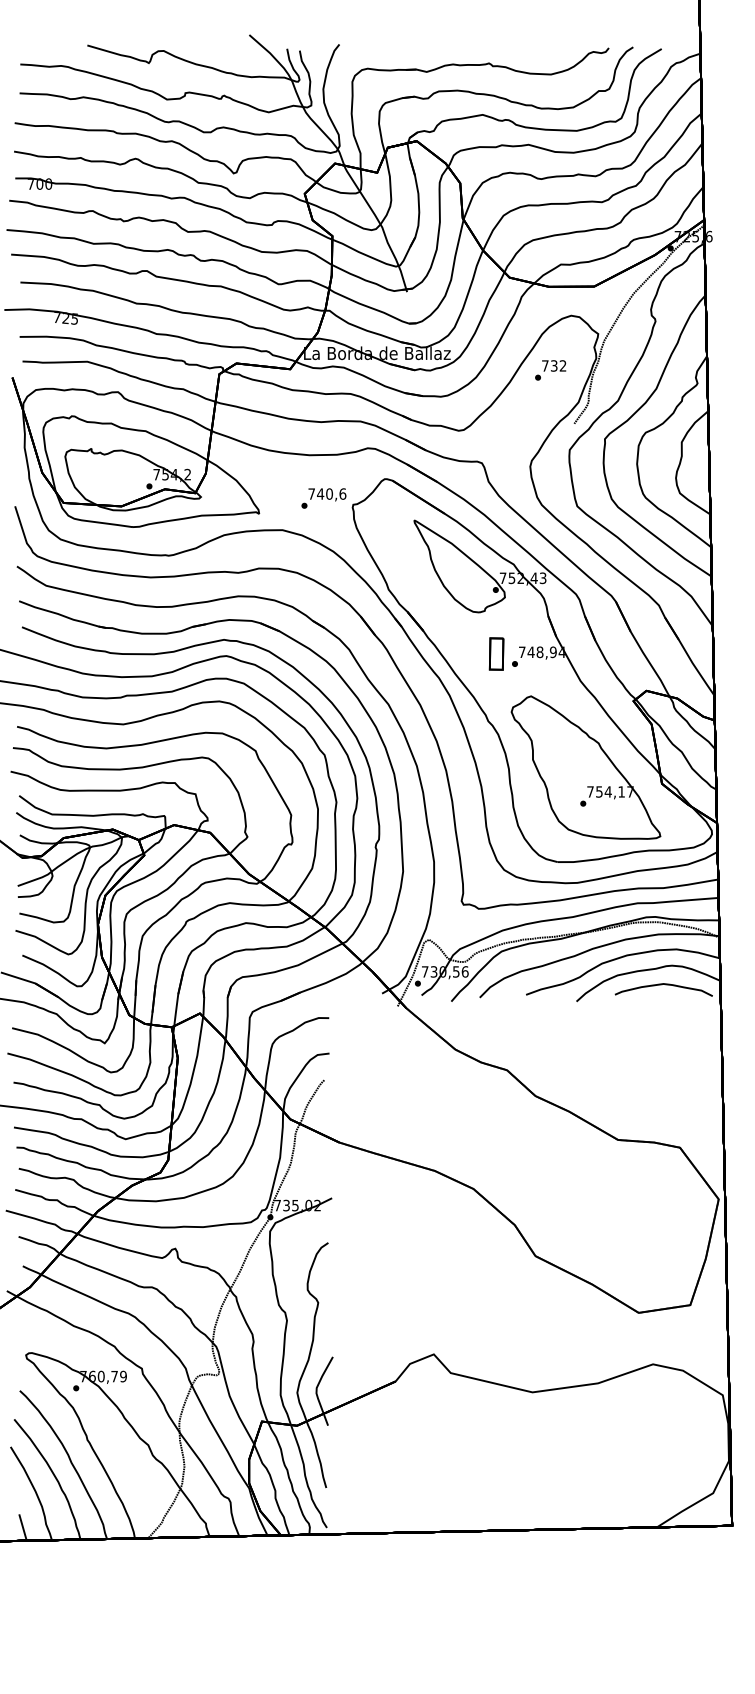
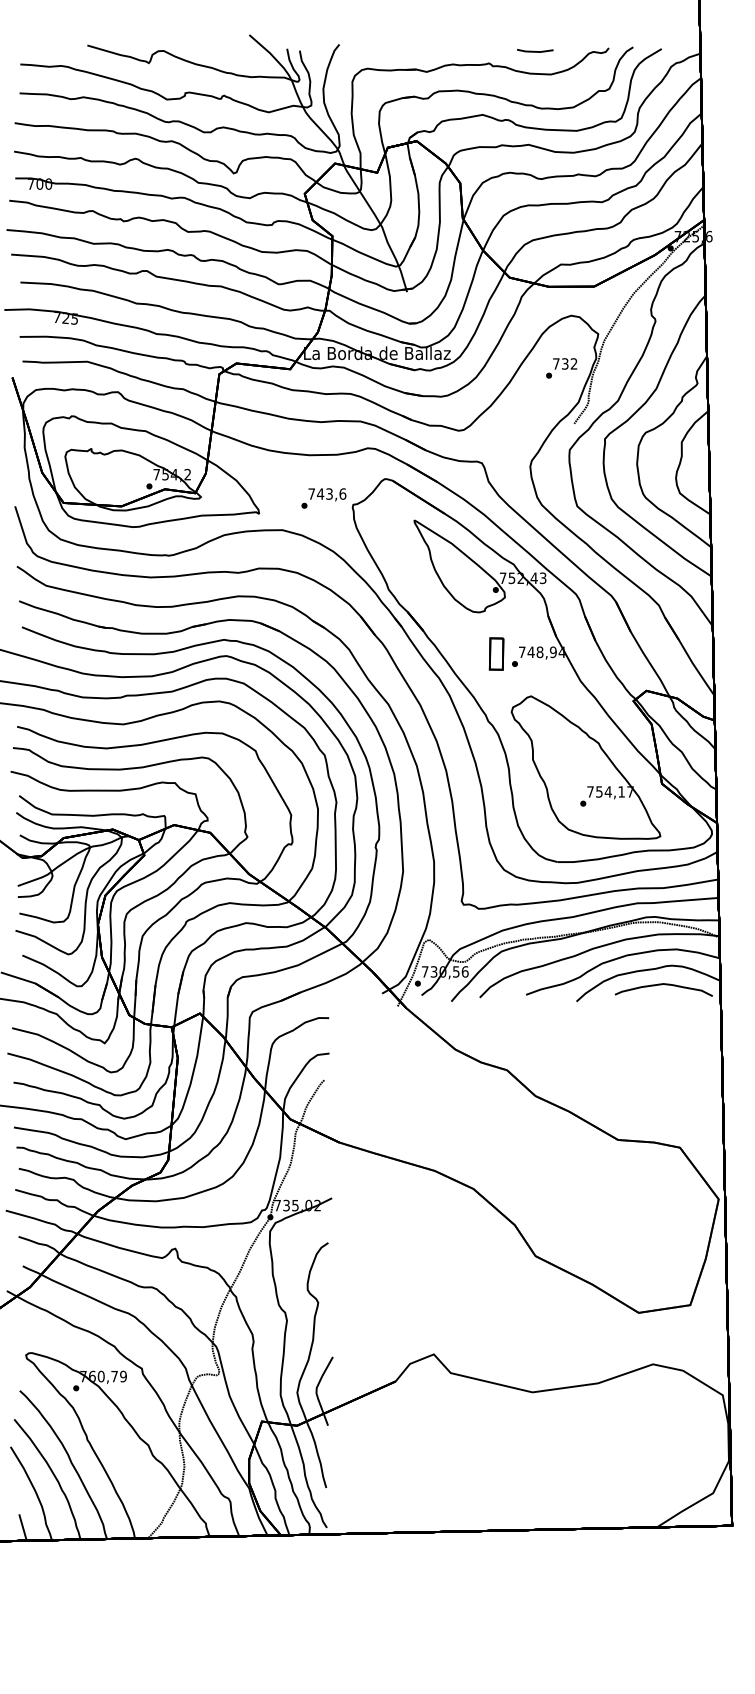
line at (534, 50): none -> present
text at (550, 370) position: (550, 370) -> (561, 368)
text at (329, 493): 740,6 -> 743,6
